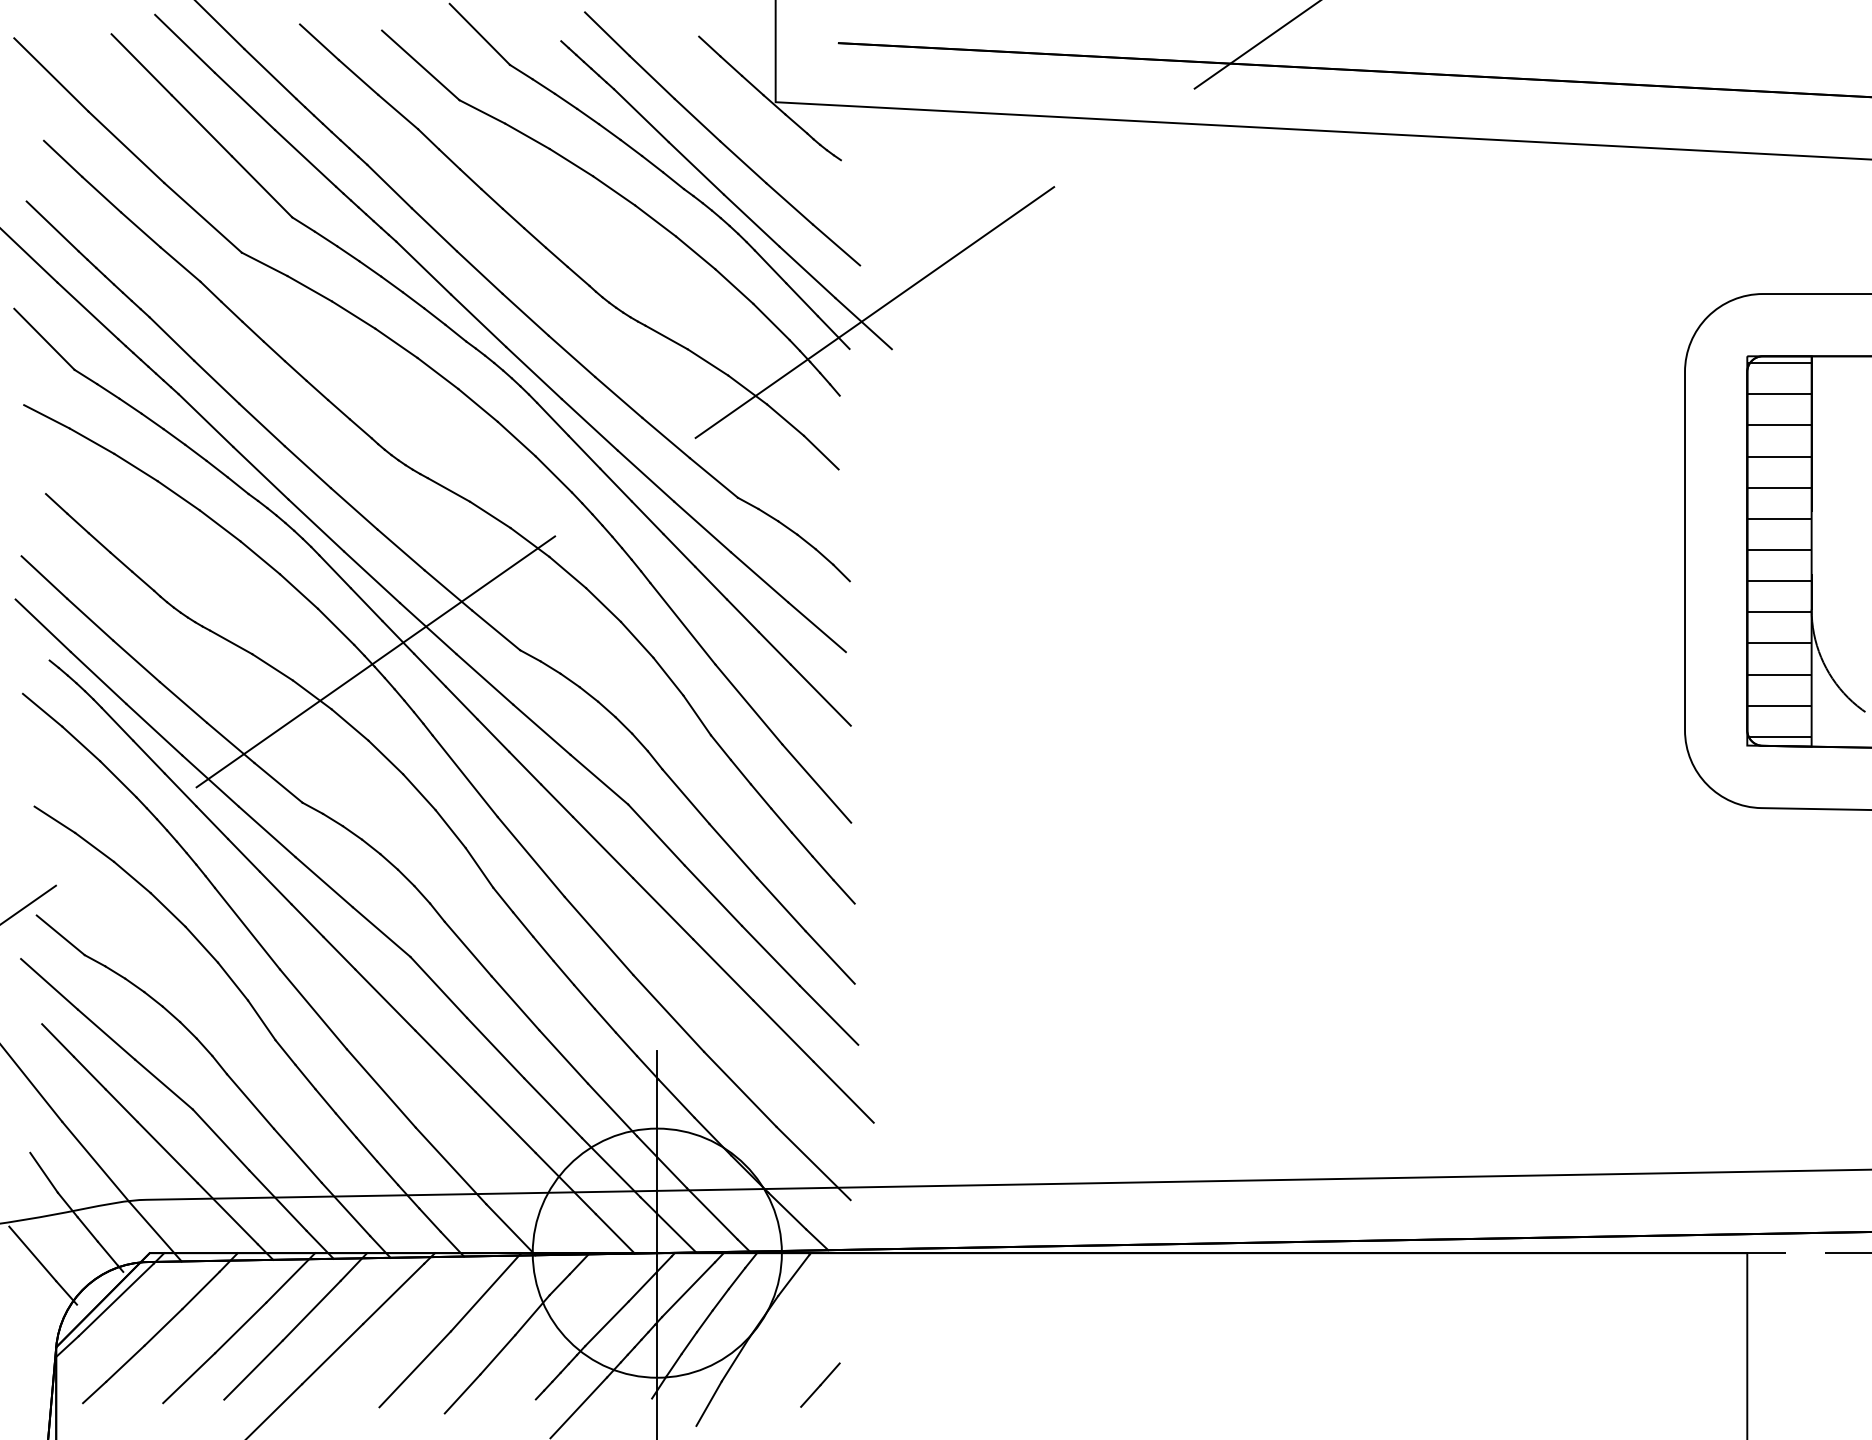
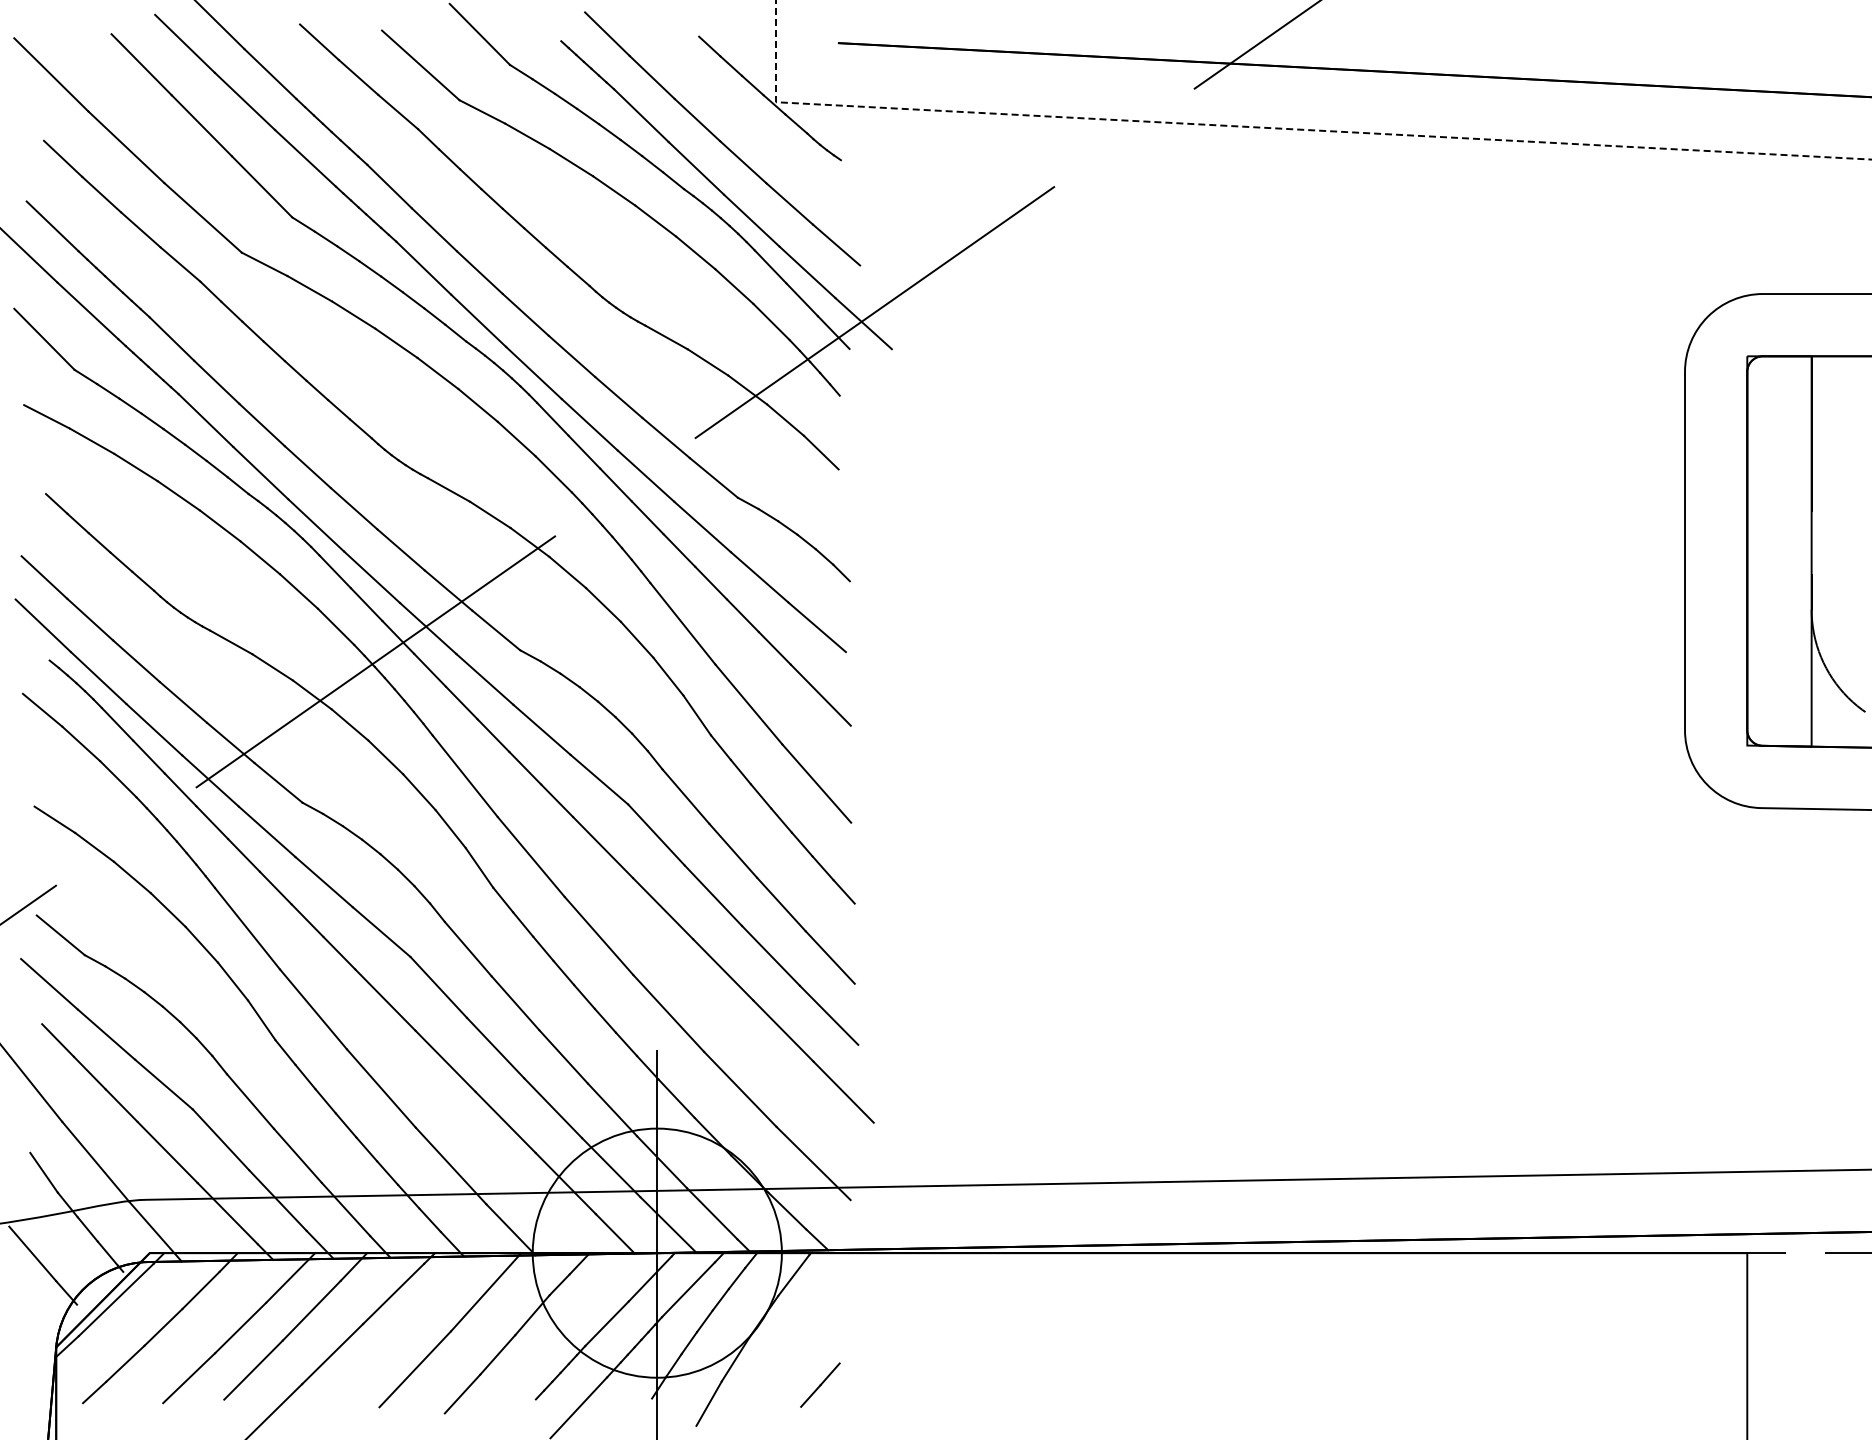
line at (1271, 128): solid -> dashed
hatch at (1779, 549): present -> none
